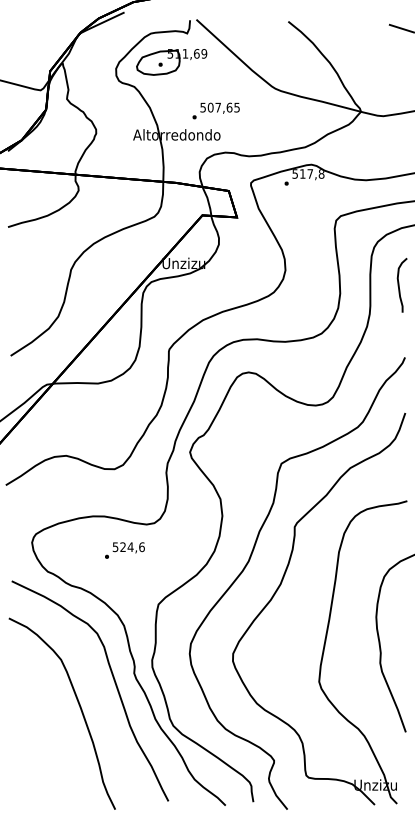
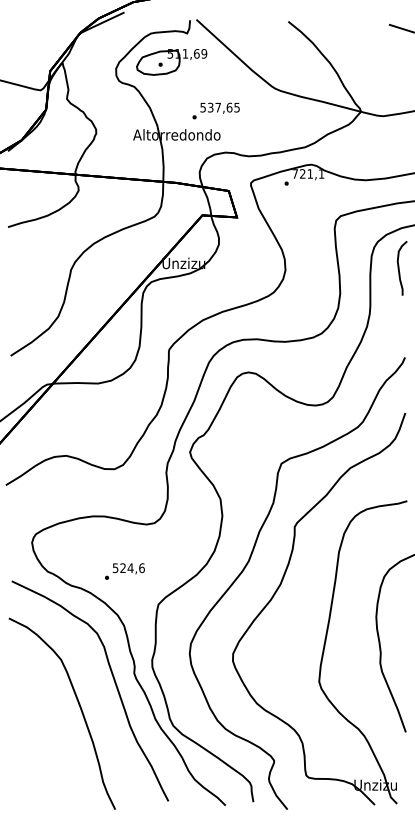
text at (210, 107): 507,65 -> 537,65
text at (308, 173): 517,8 -> 721,1
curve at (399, 285) position: (399, 285) -> (399, 268)
text at (124, 550) position: (124, 550) -> (124, 571)
